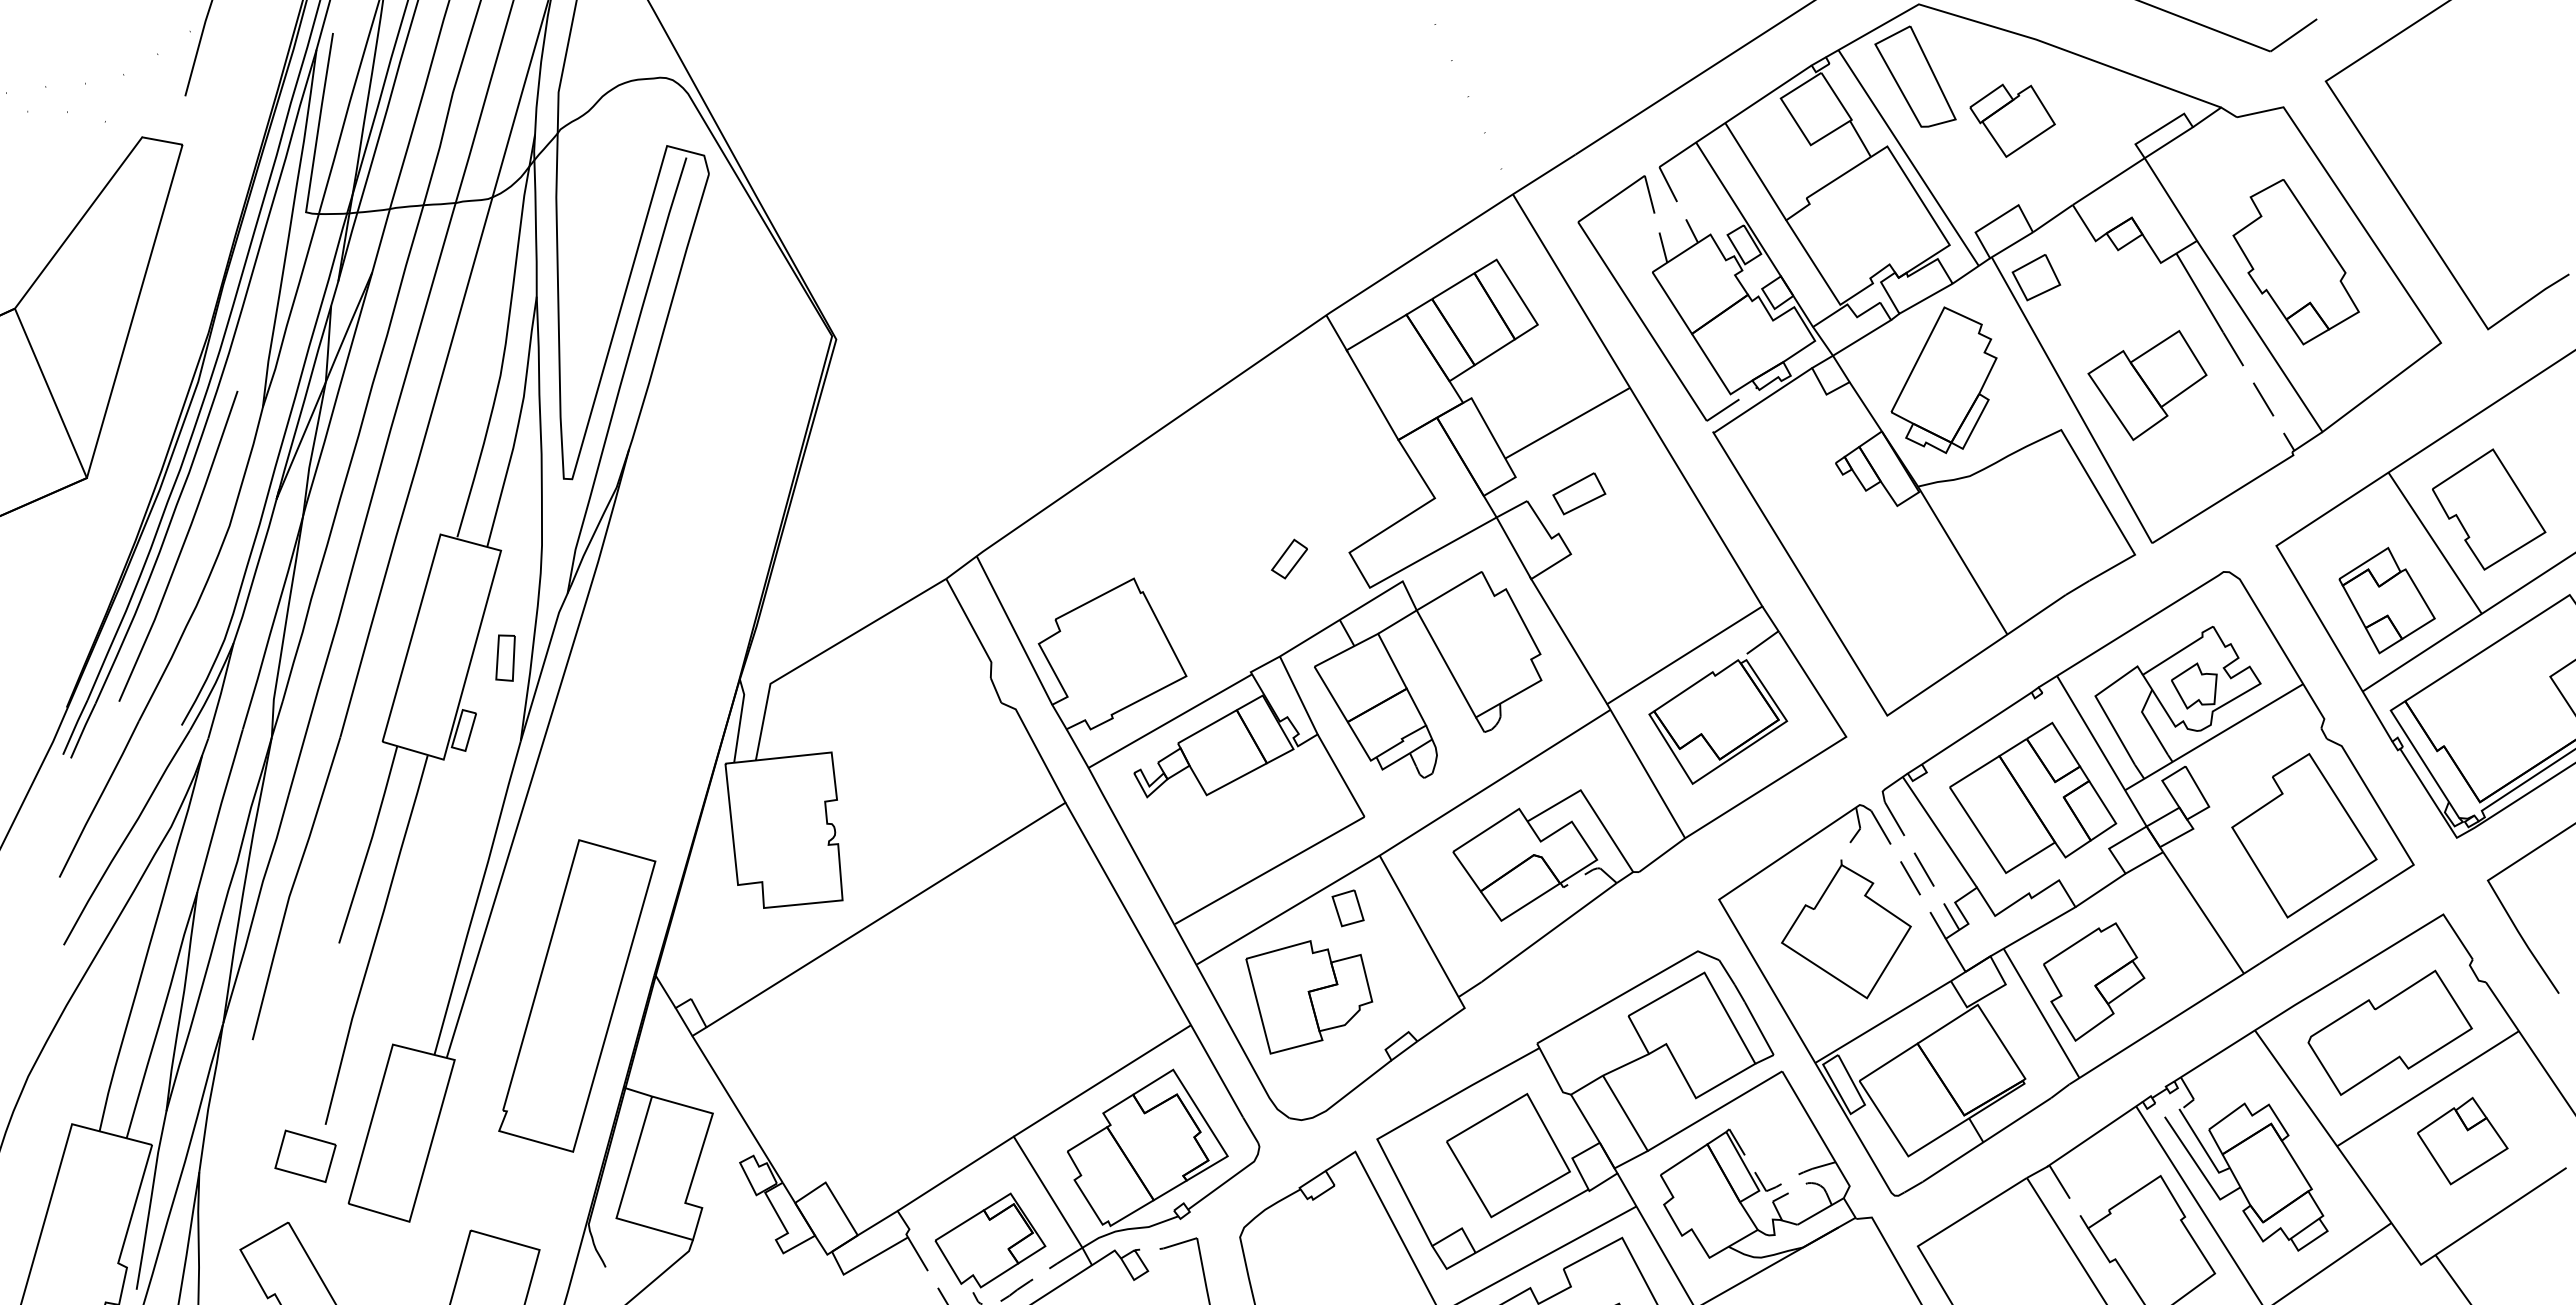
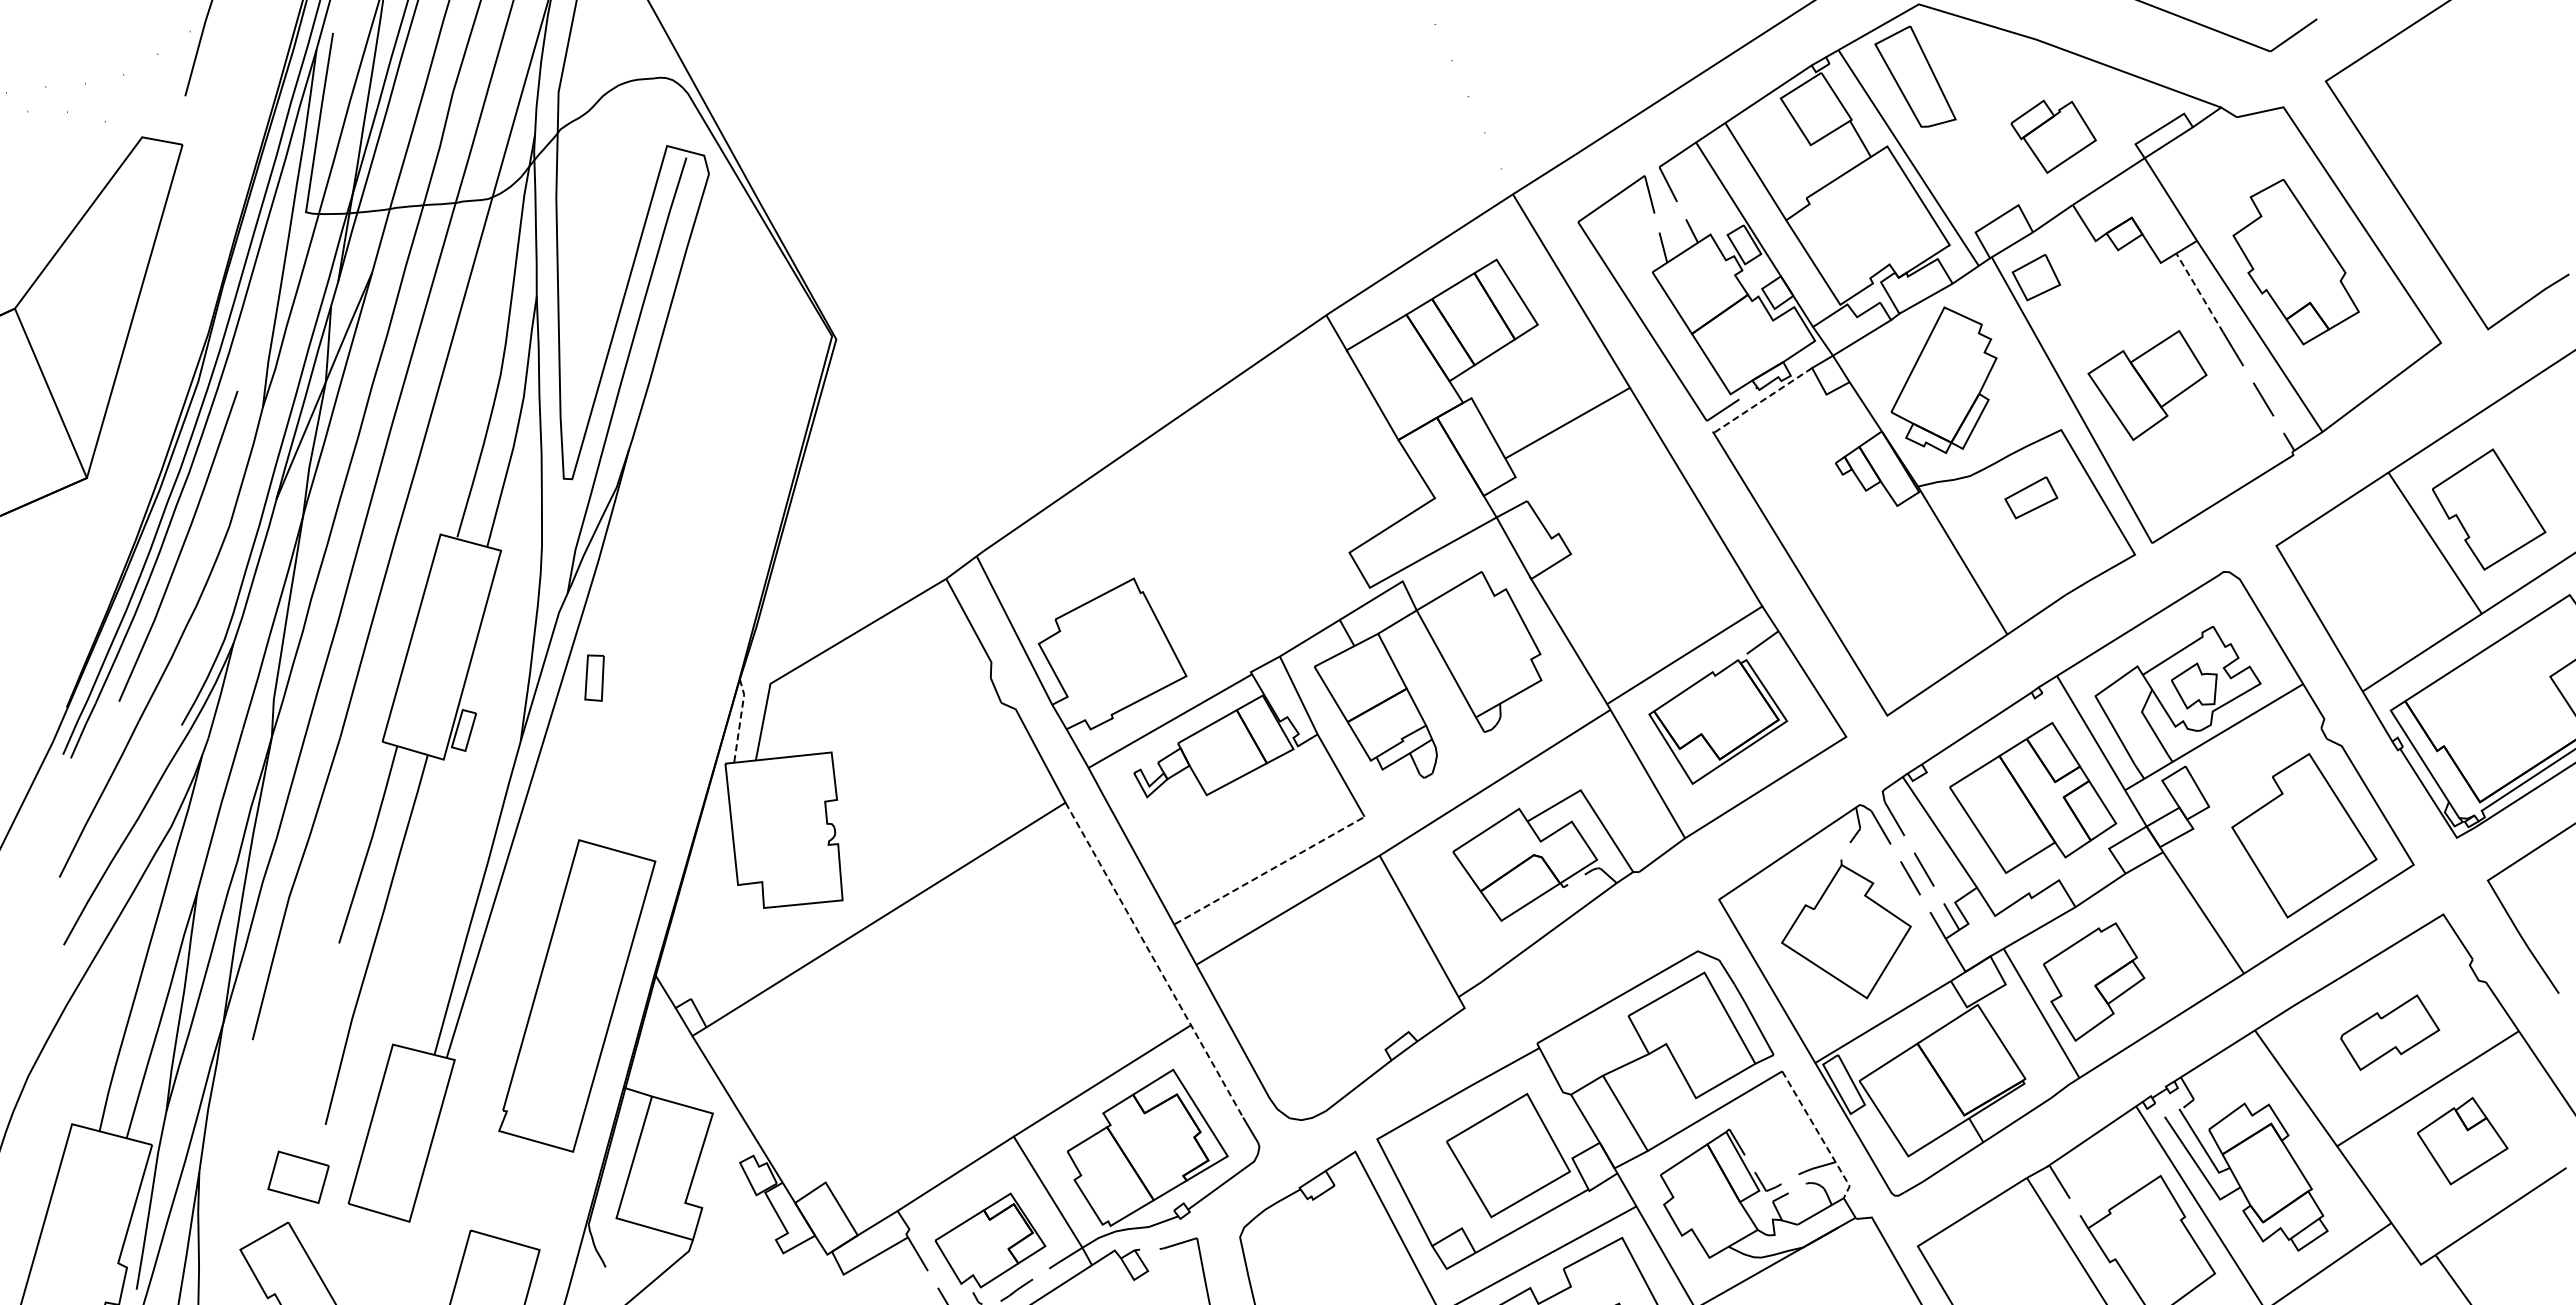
part at (2012, 120) position: (2012, 120) -> (2053, 136)
line at (2199, 292): solid -> dashed
line at (1762, 400): solid -> dashed
part at (1579, 493) position: (1579, 493) -> (2031, 497)
part at (1289, 558): present -> none
part at (2386, 600): present -> none
part at (505, 657) position: (505, 657) -> (594, 677)
line at (740, 720): solid -> dashed
line at (1269, 870): solid -> dashed
part at (1347, 908): present -> none
line at (1153, 959): solid -> dashed
part at (1309, 997): present -> none
part at (2389, 1032) size: 166x127 px -> 101x77 px
line at (1819, 1134): solid -> dashed
part at (305, 1155) position: (305, 1155) -> (298, 1176)
